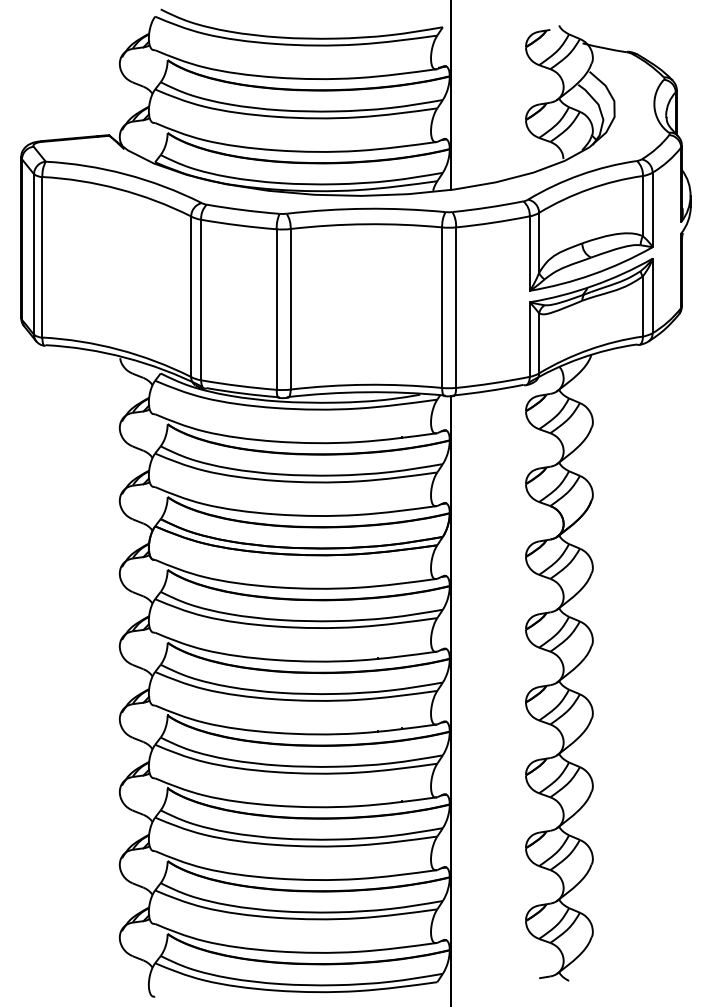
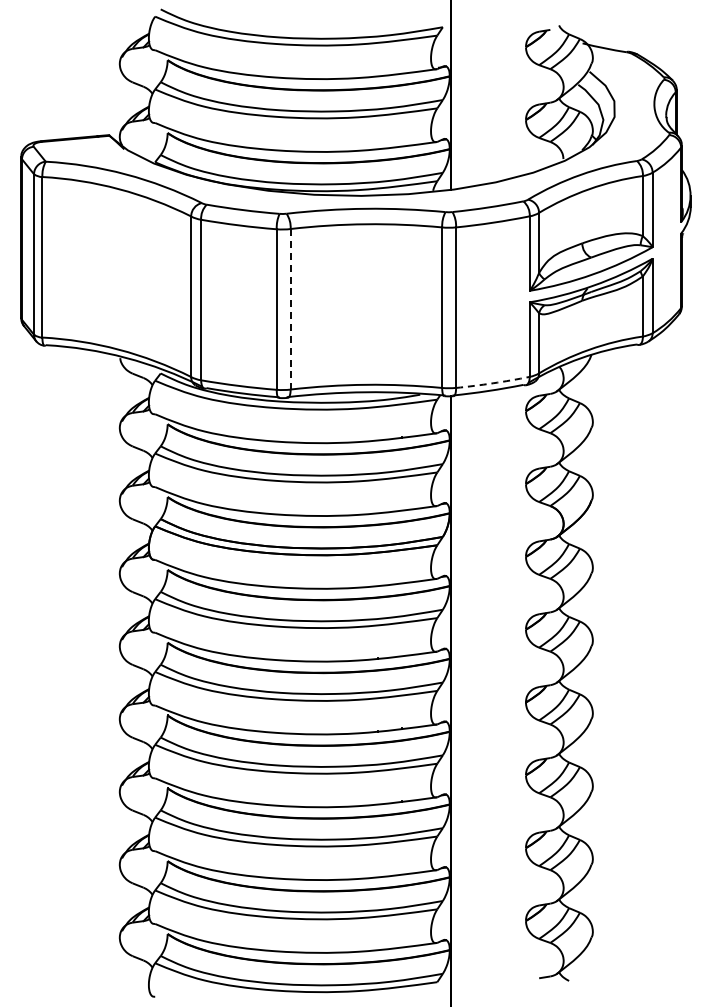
line at (290, 309): solid -> dashed
arc at (493, 383): solid -> dashed
